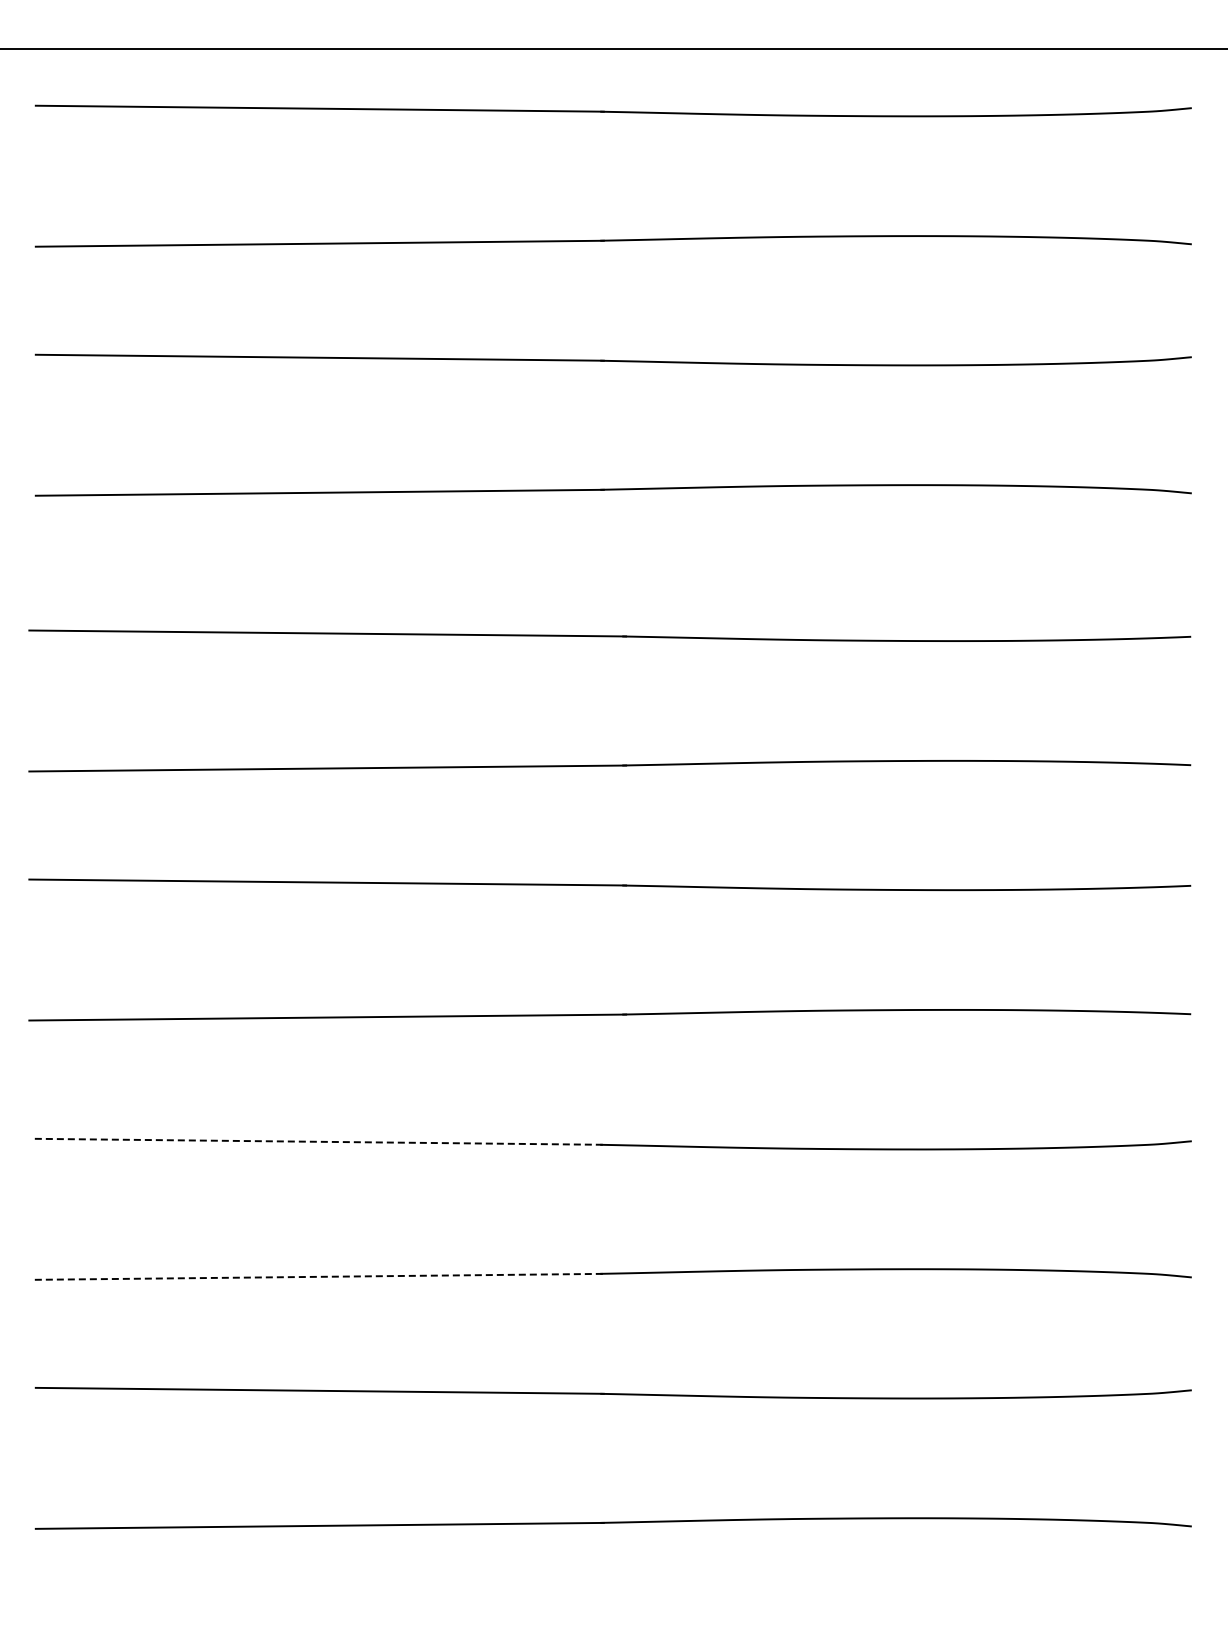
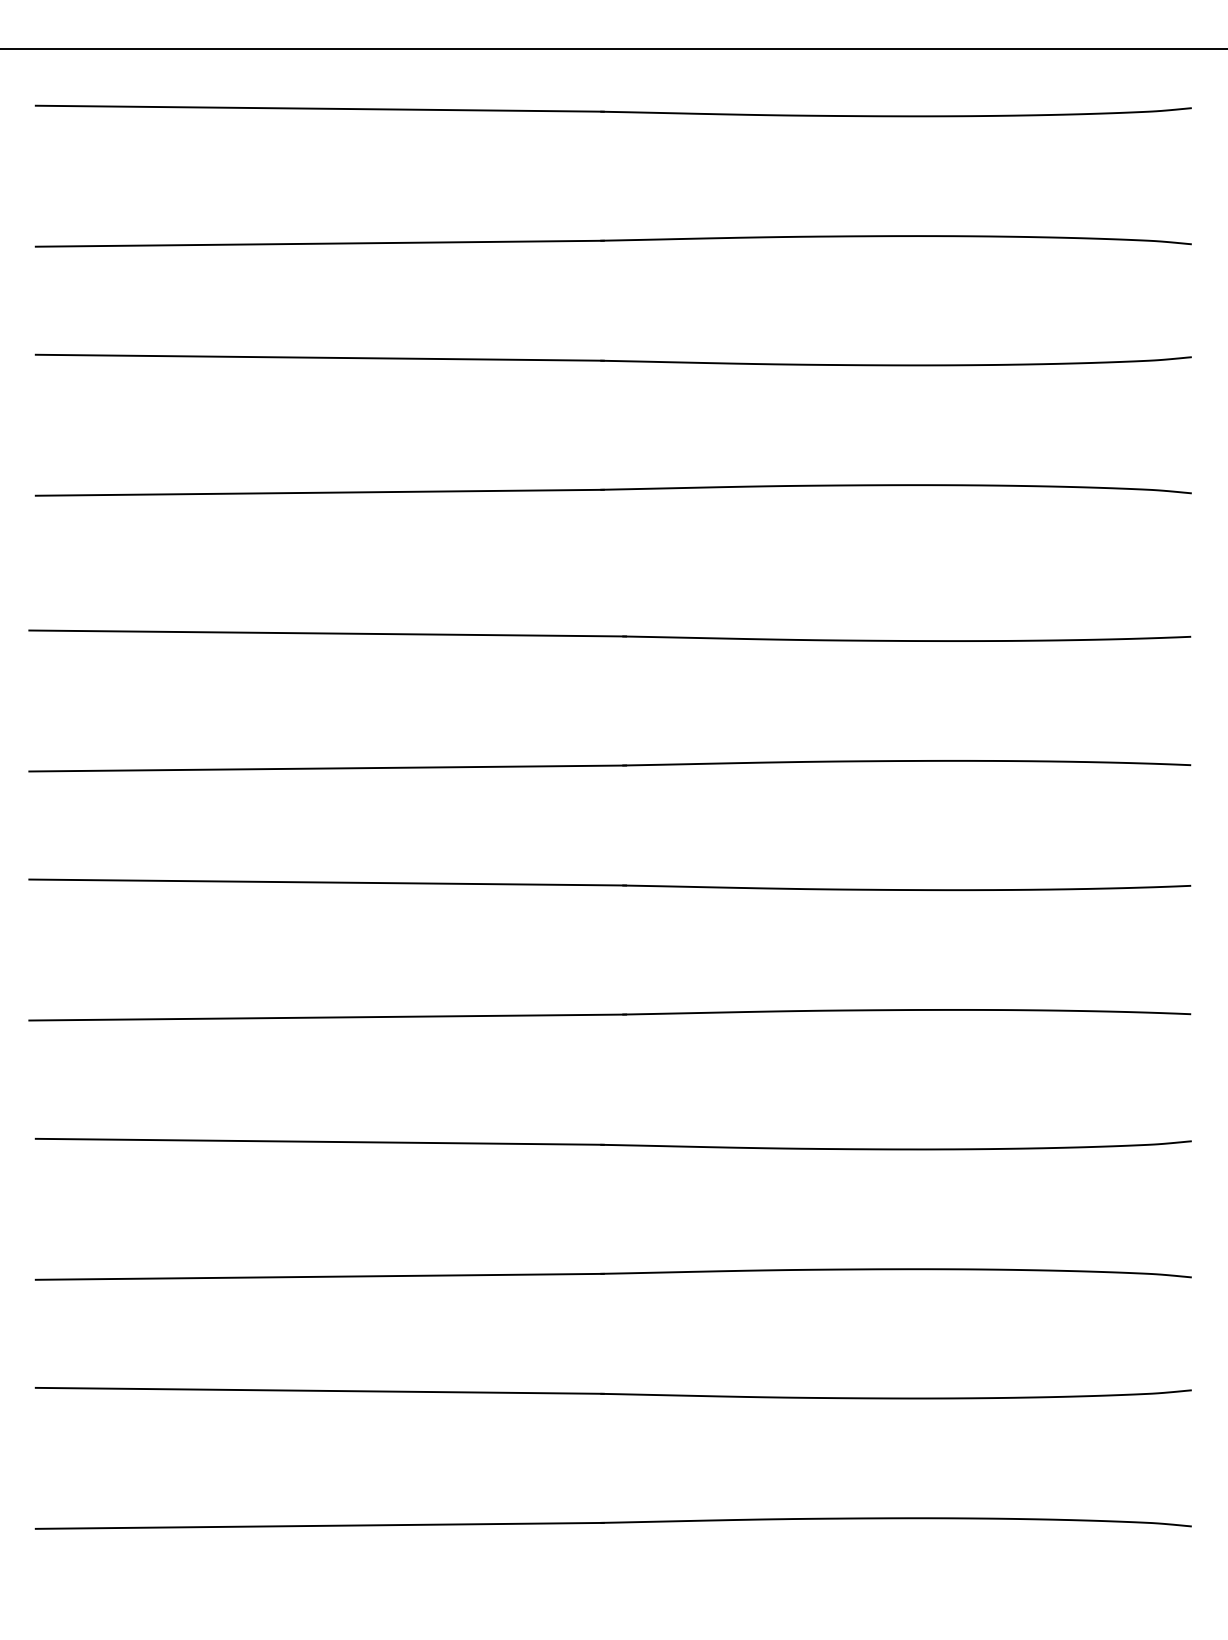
line at (319, 1141): dashed -> solid
line at (319, 1276): dashed -> solid
